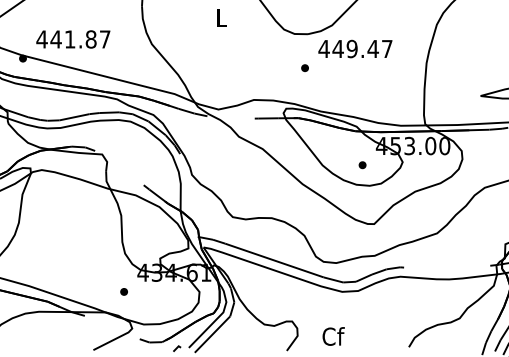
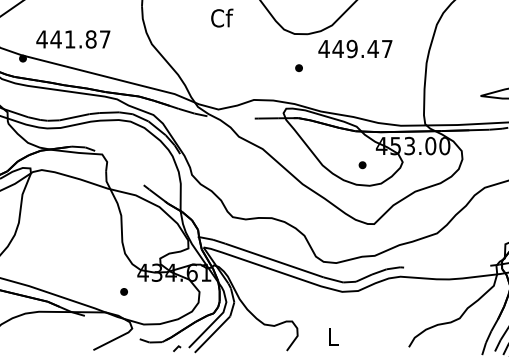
text at (222, 17): L -> Cf
part at (304, 67) position: (304, 67) -> (298, 67)
text at (333, 336): Cf -> L
